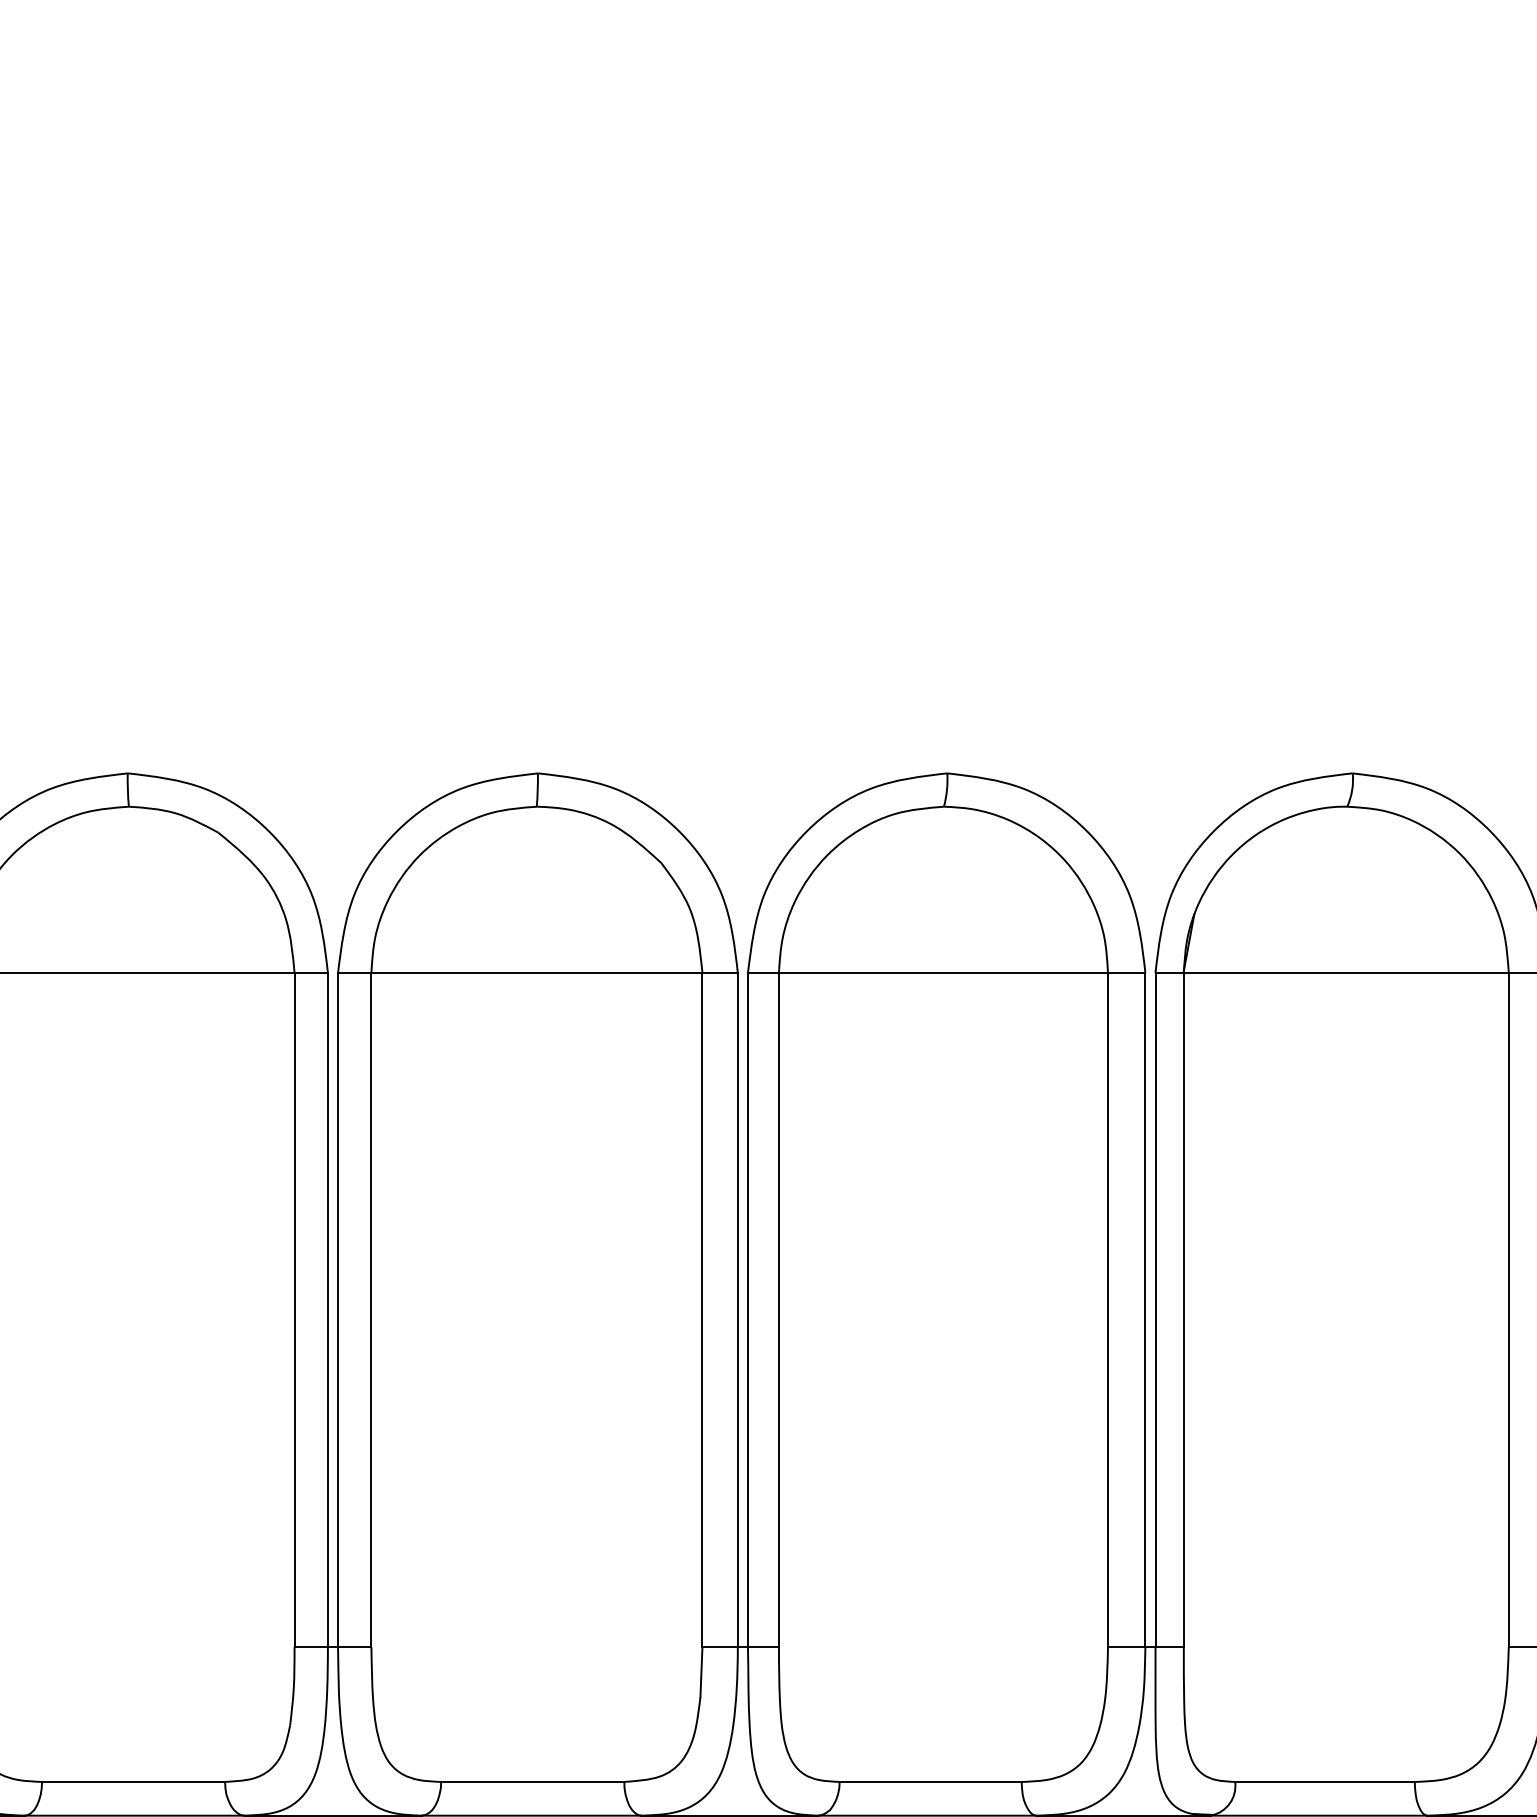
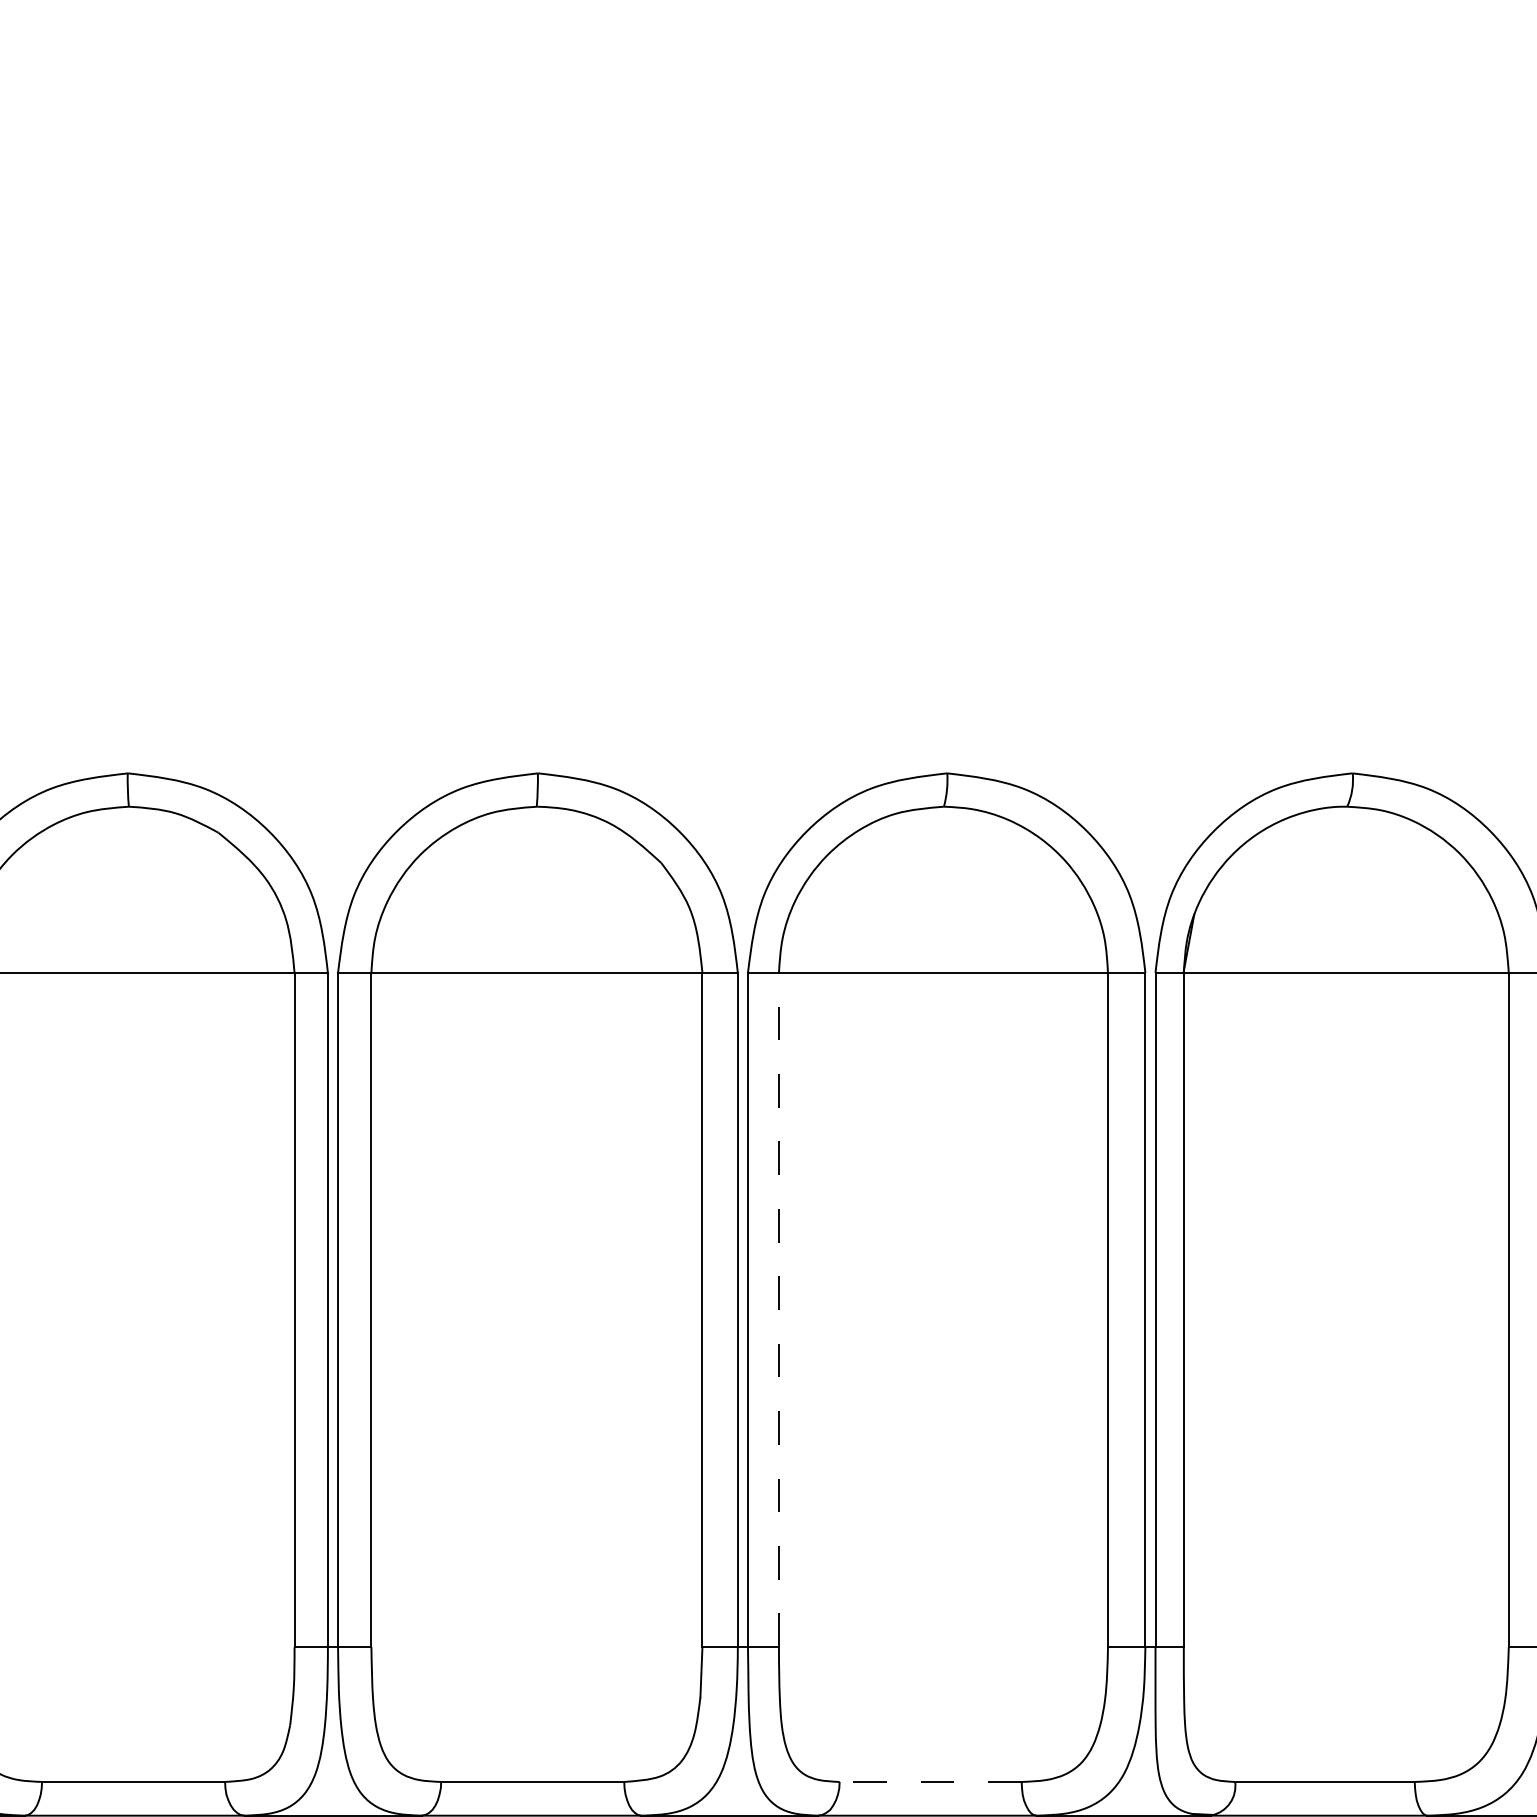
line at (778, 1309): solid -> dashed
line at (930, 1781): solid -> dashed
